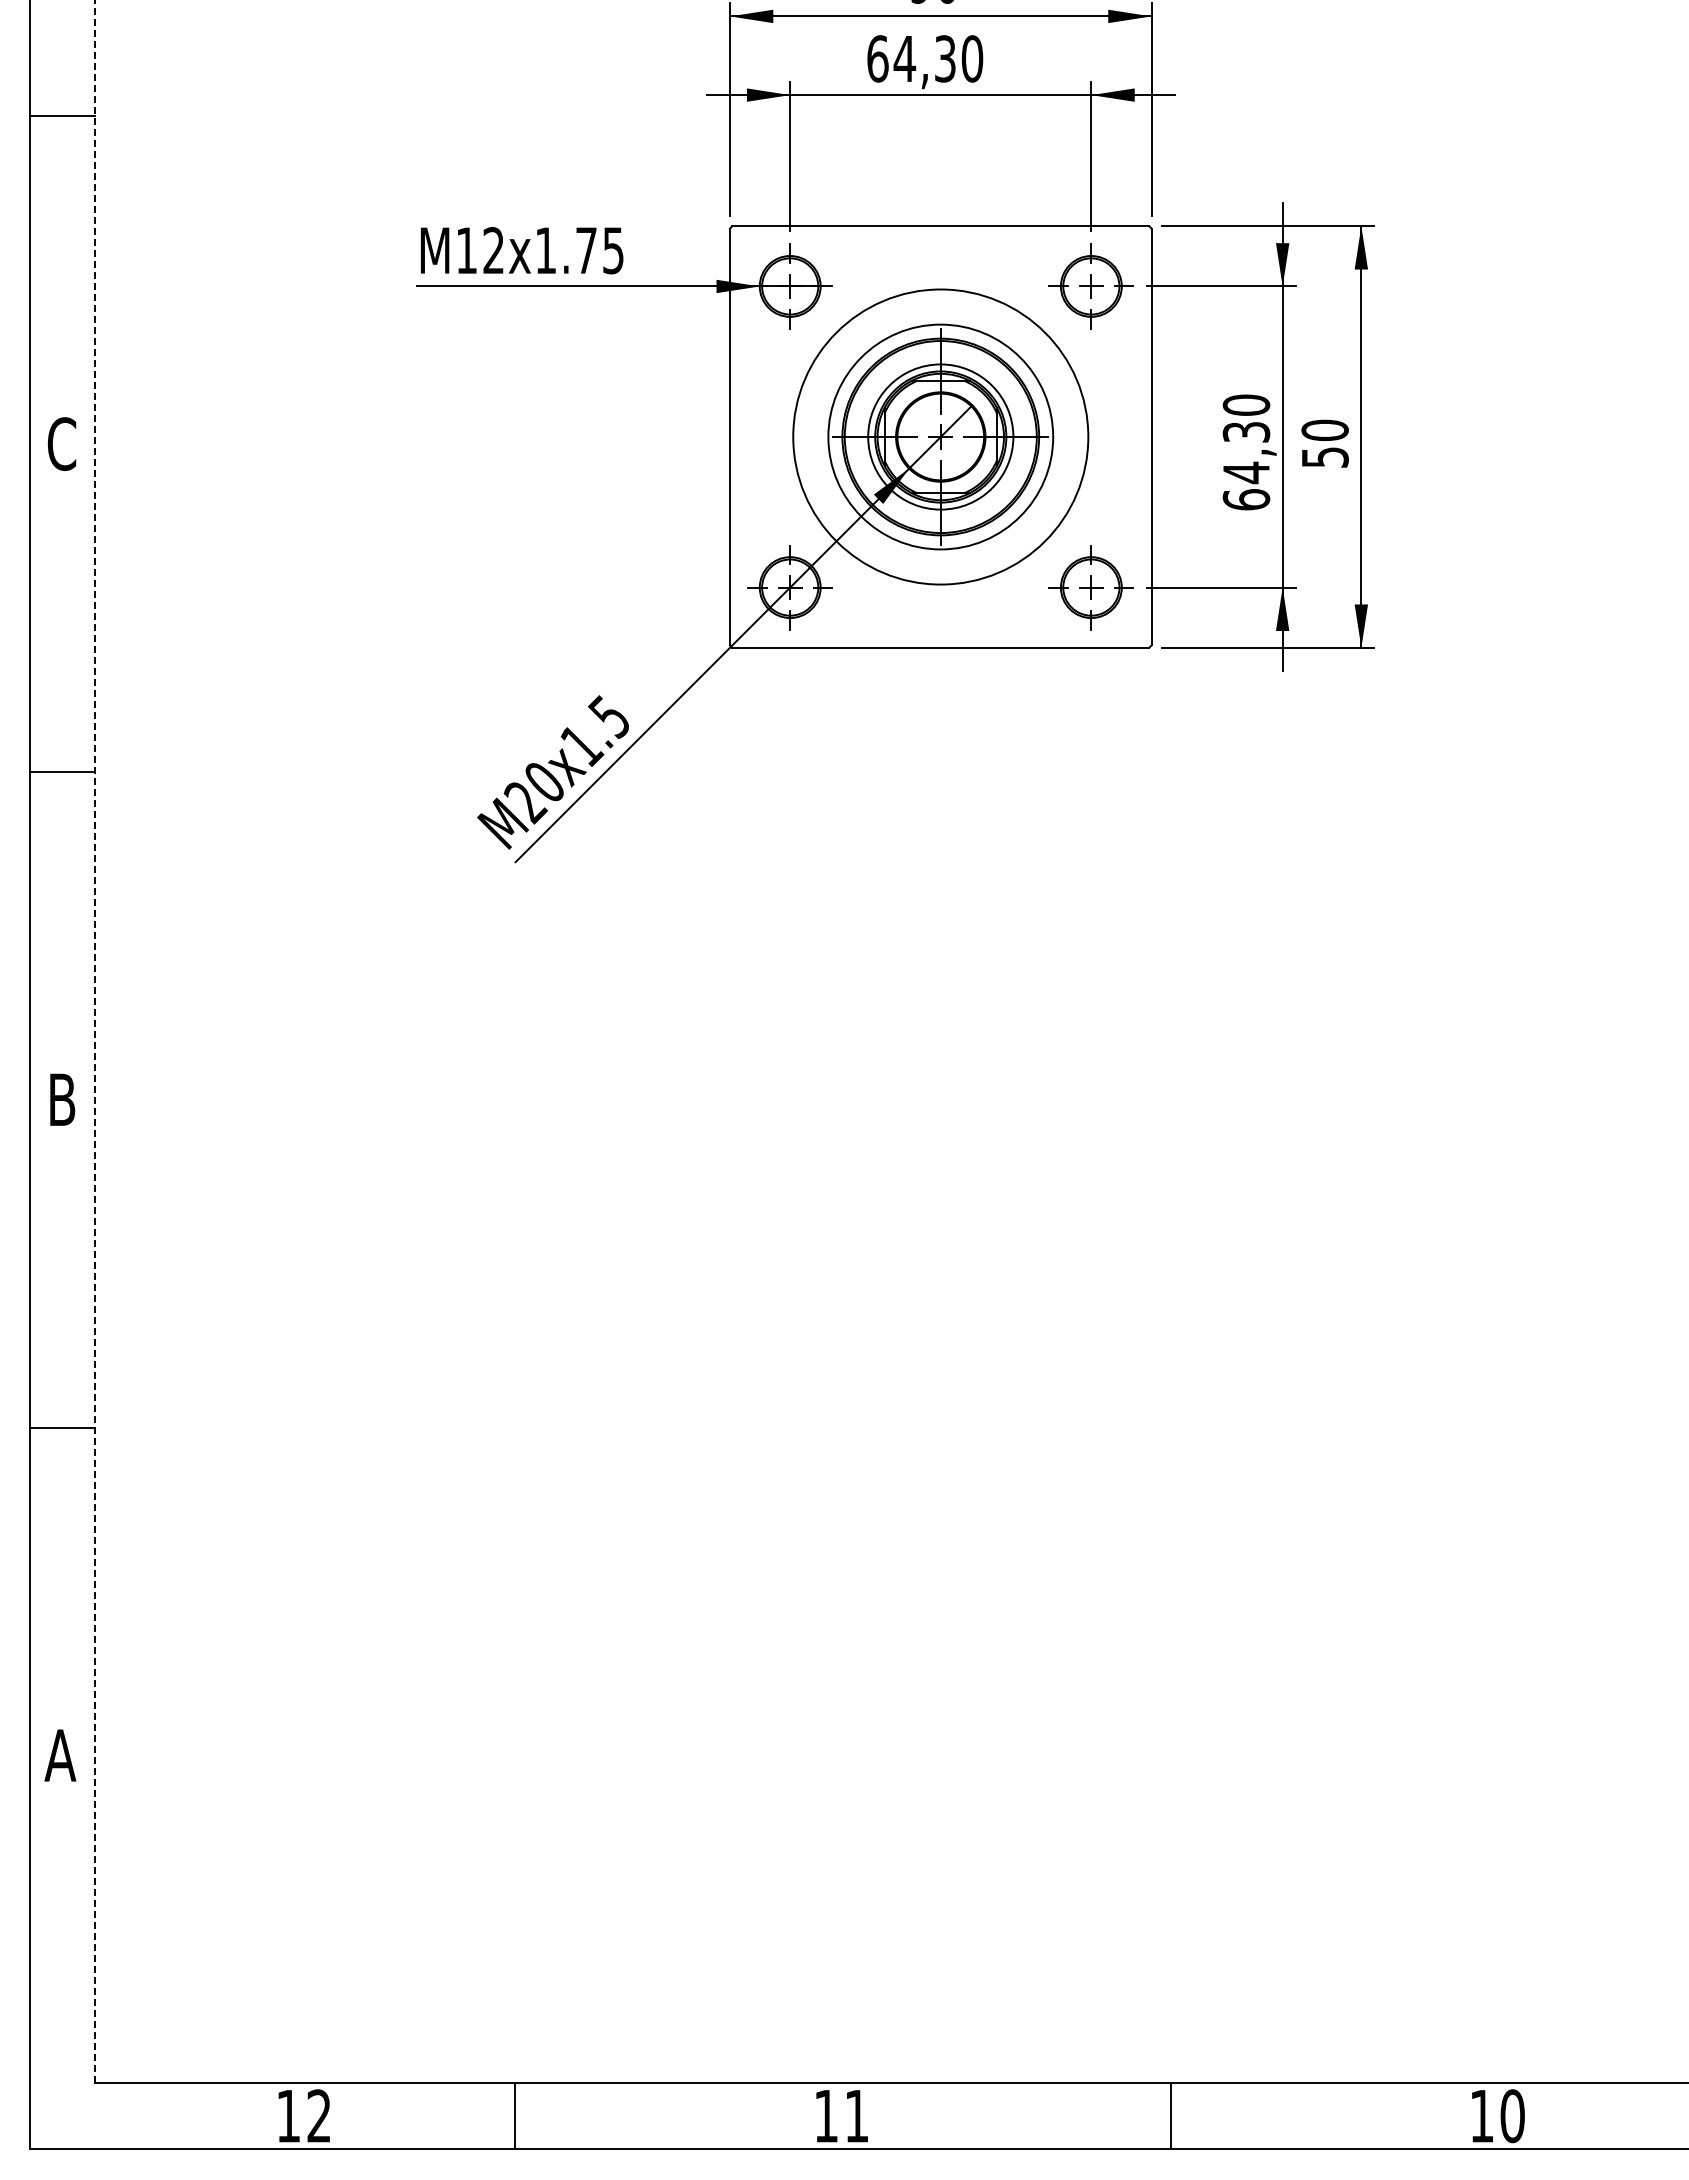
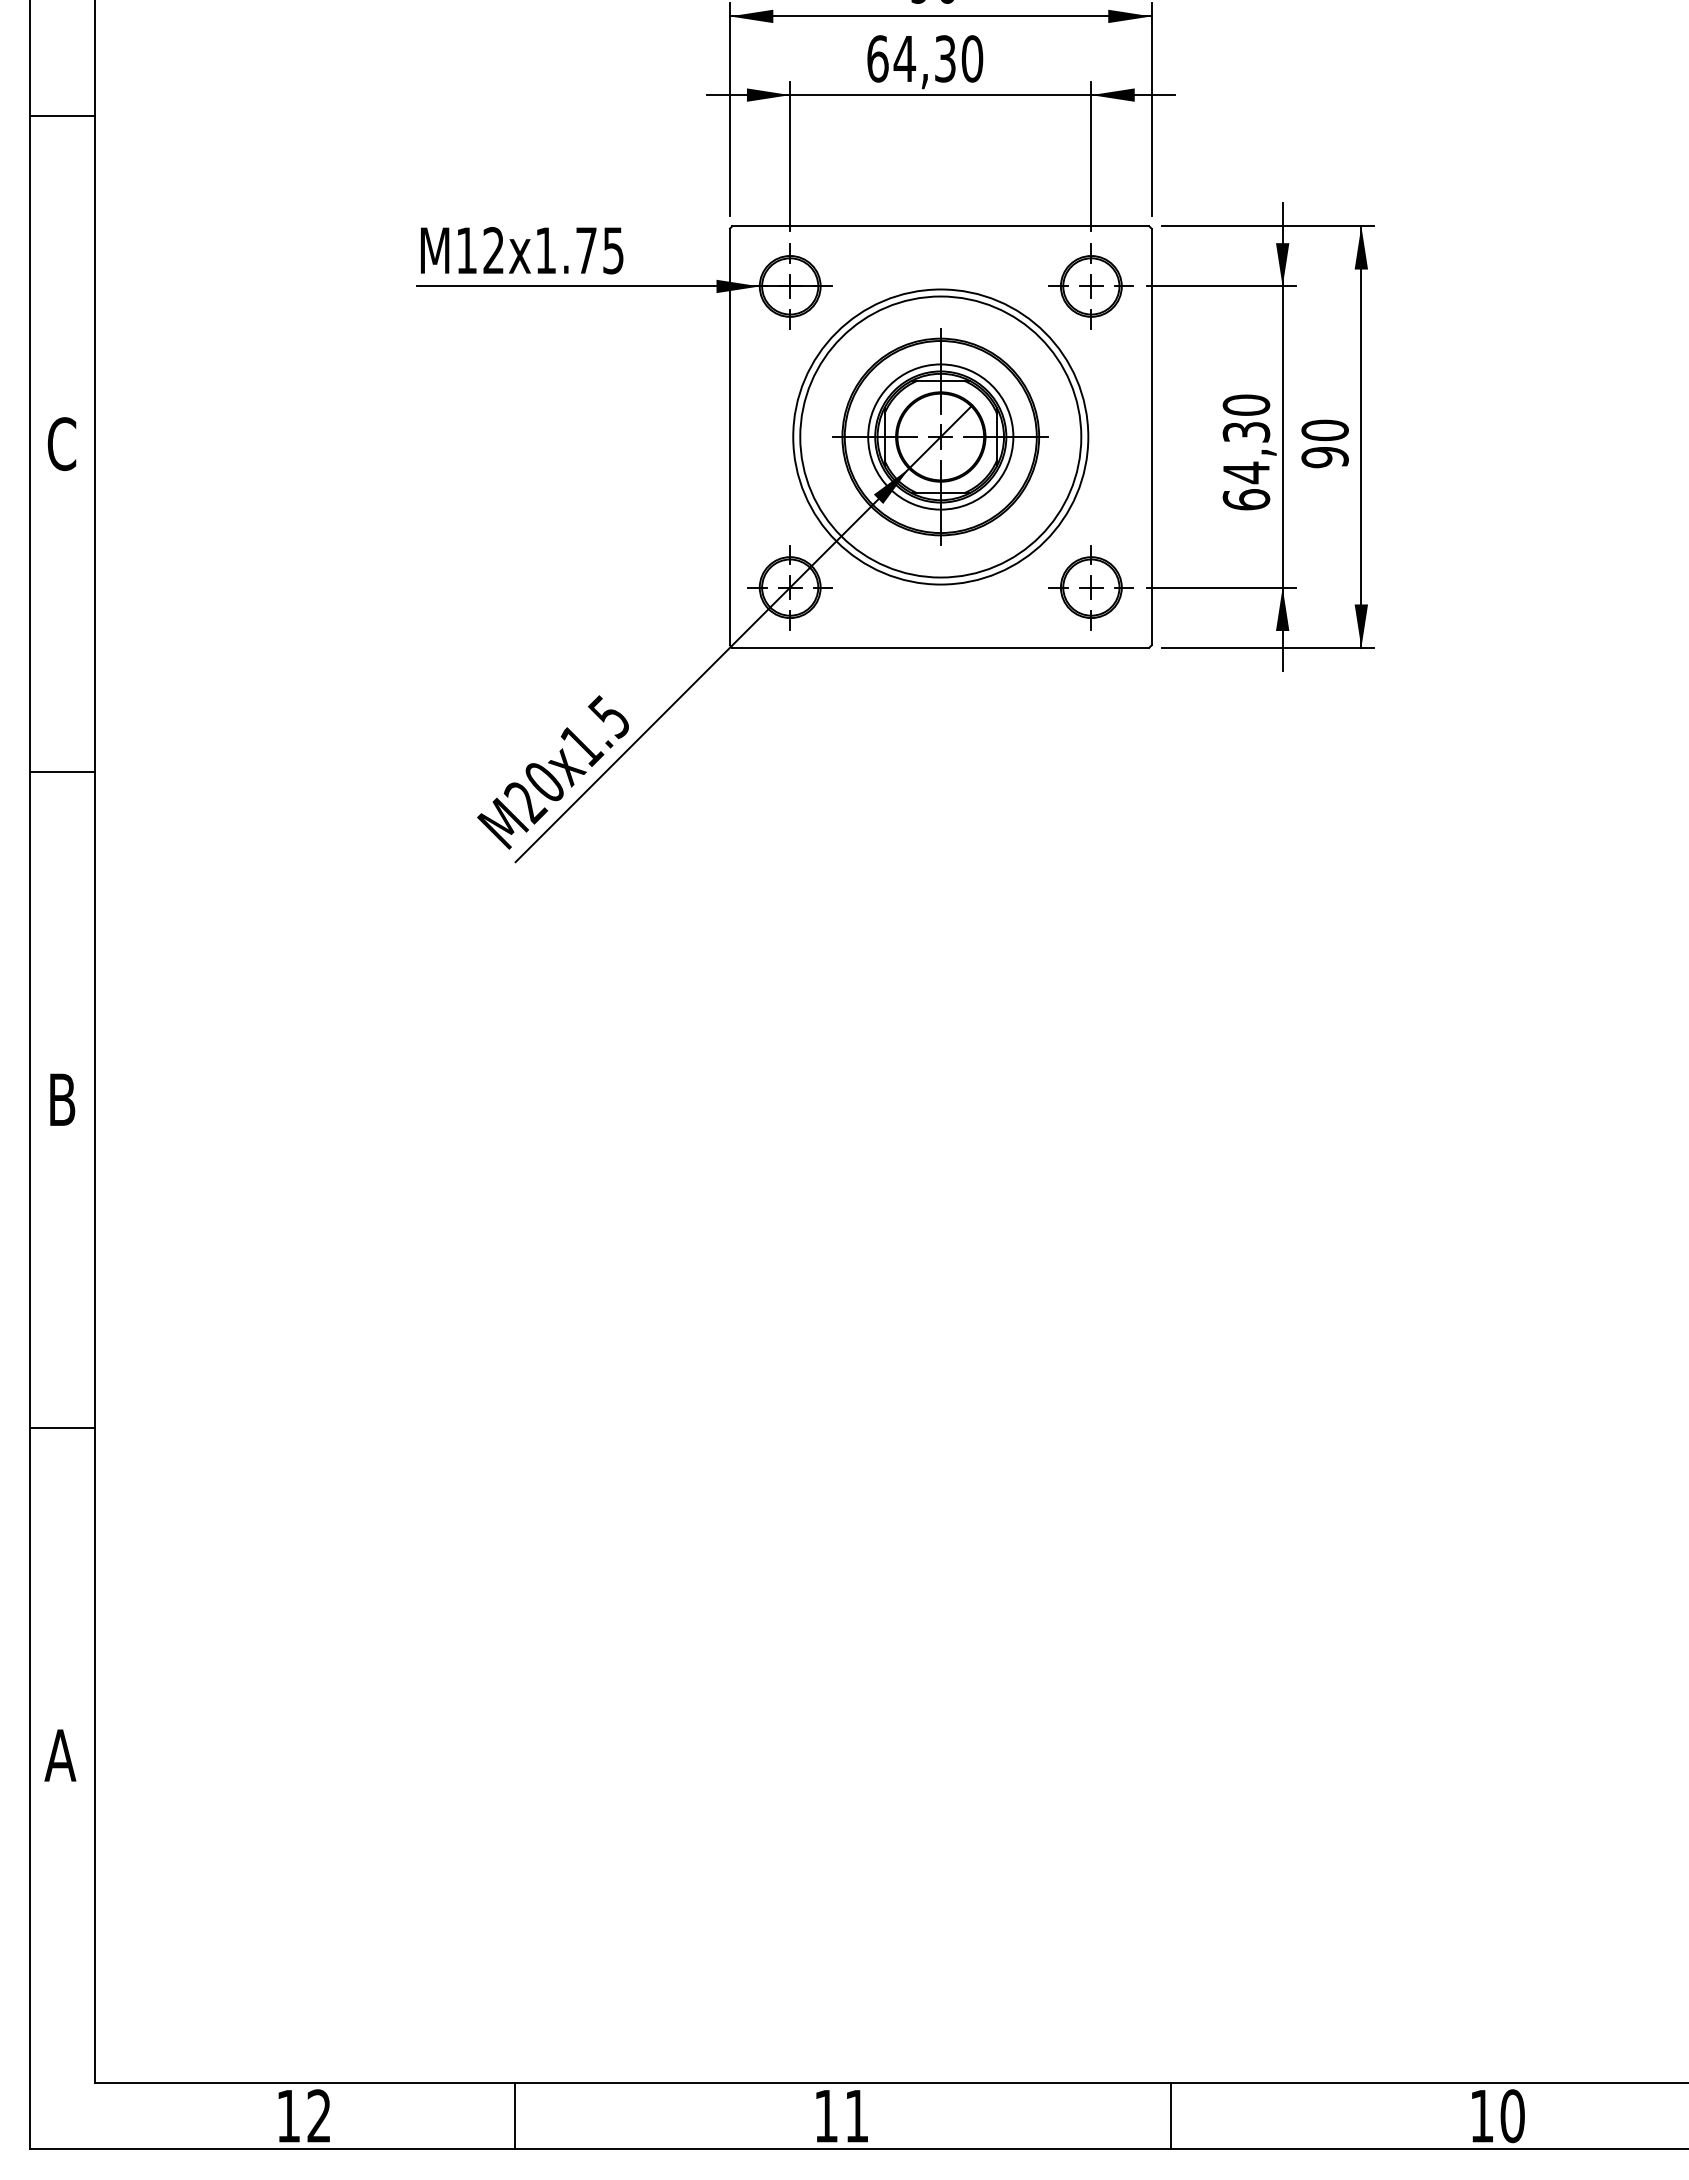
circle at (940, 436) diameter: 225 px -> 281 px
text at (1324, 457): 50 -> 90
line at (95, 1041): dashed -> solid
